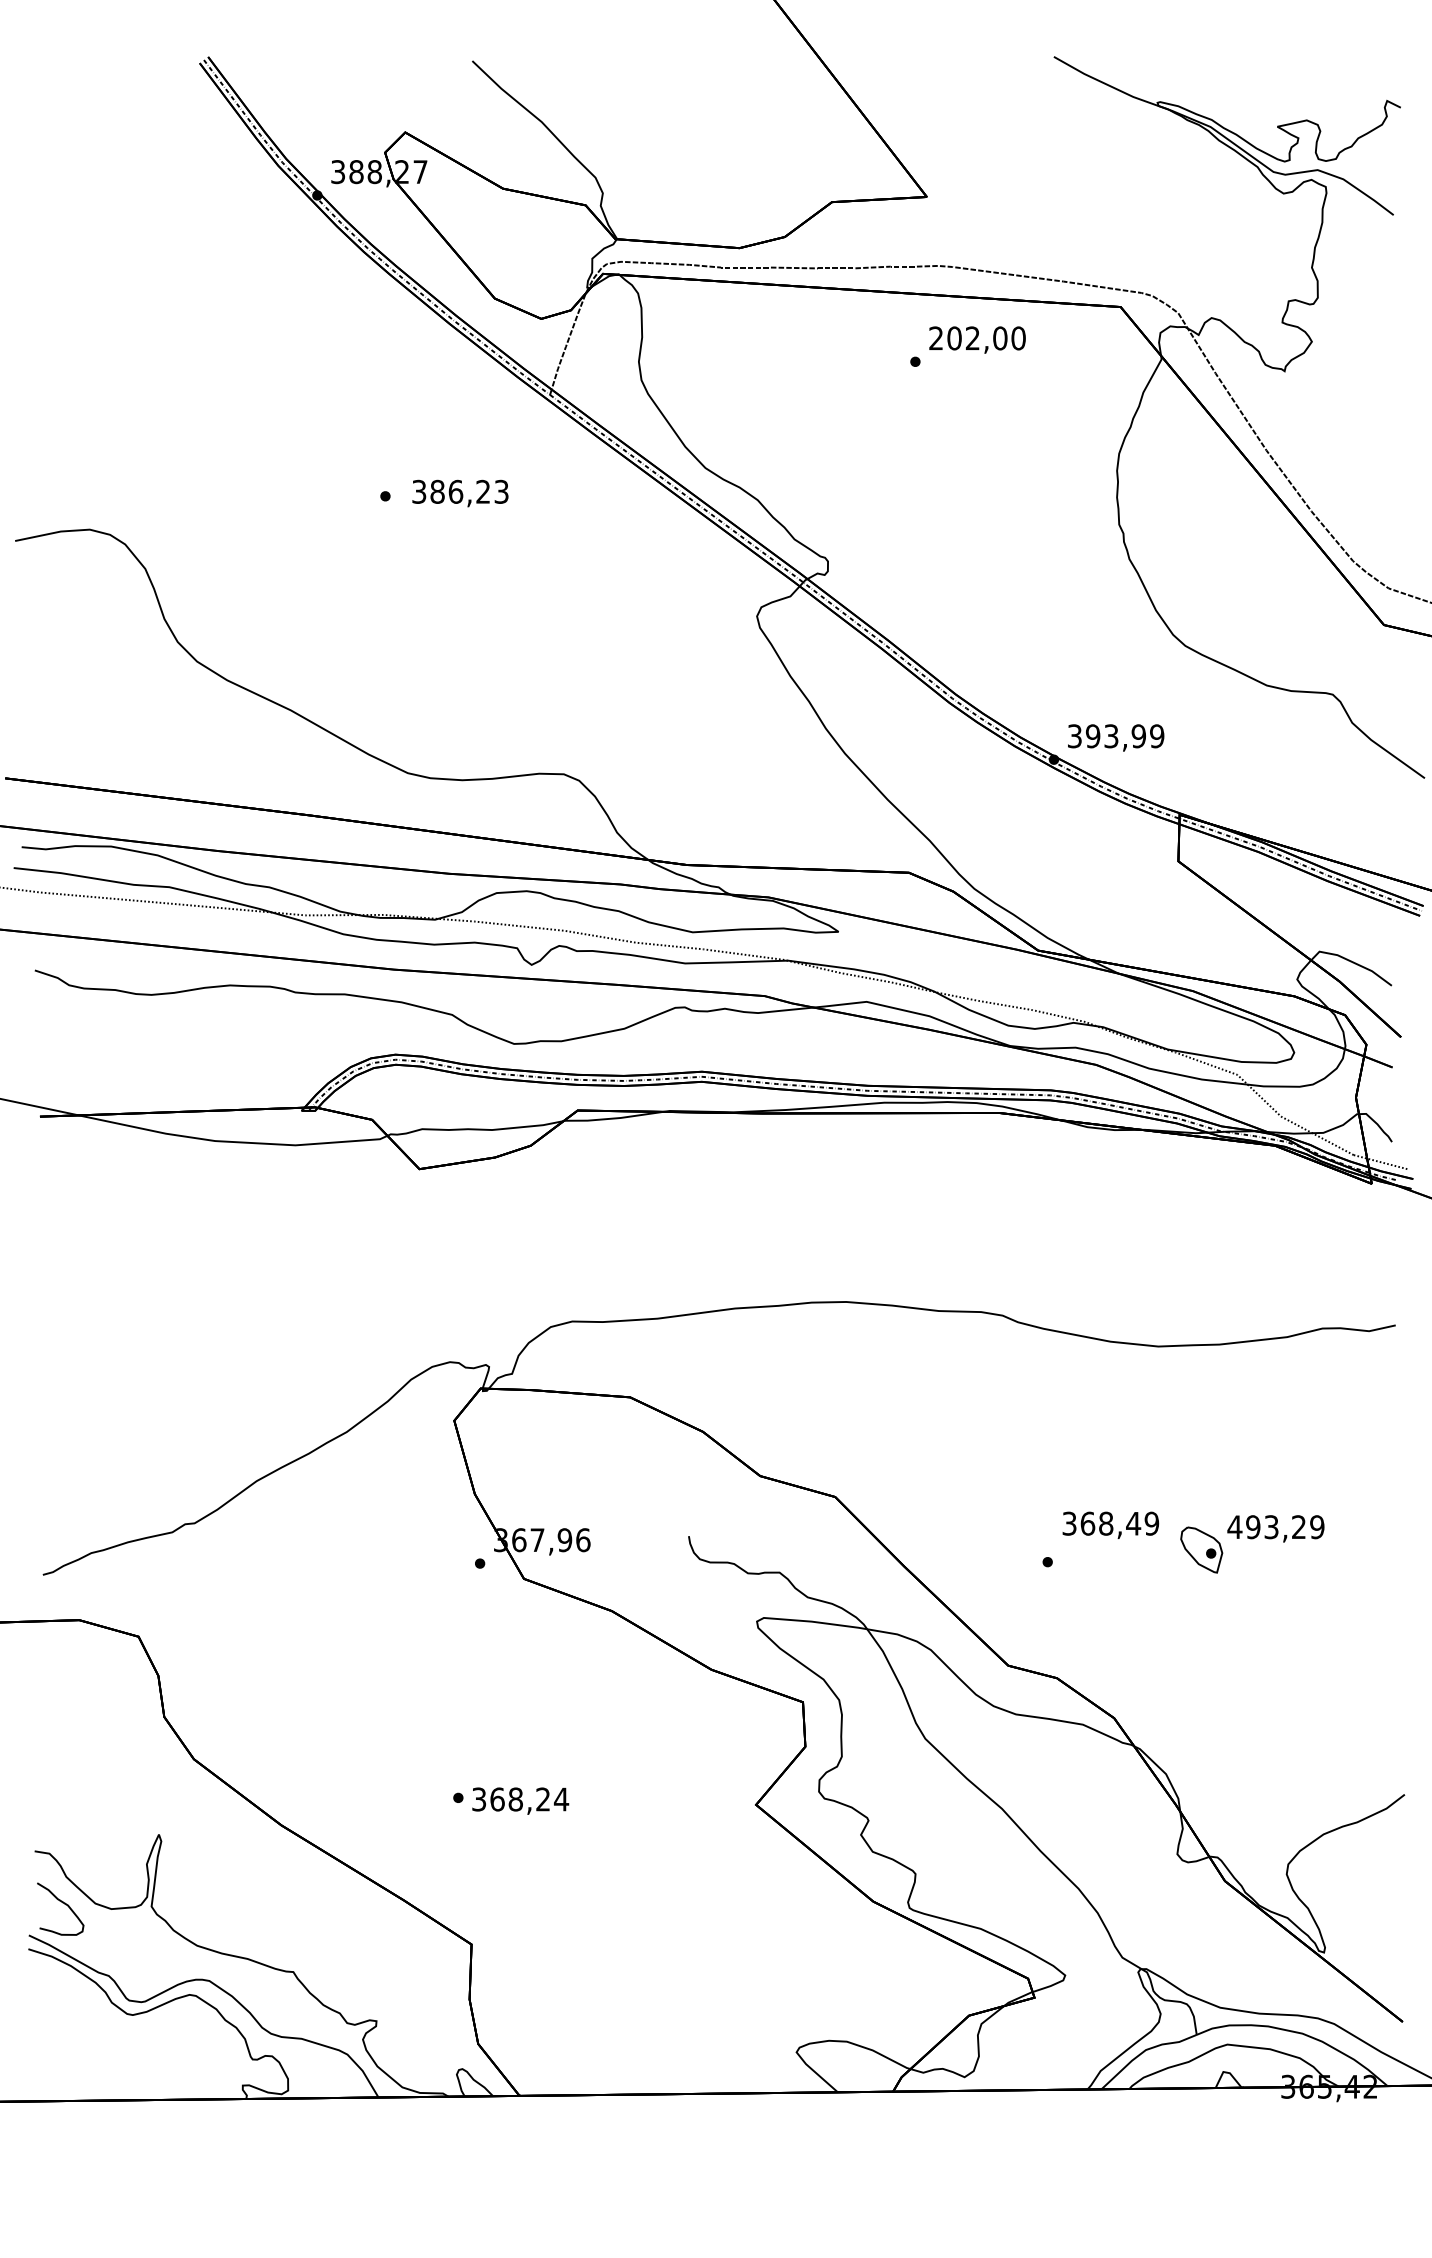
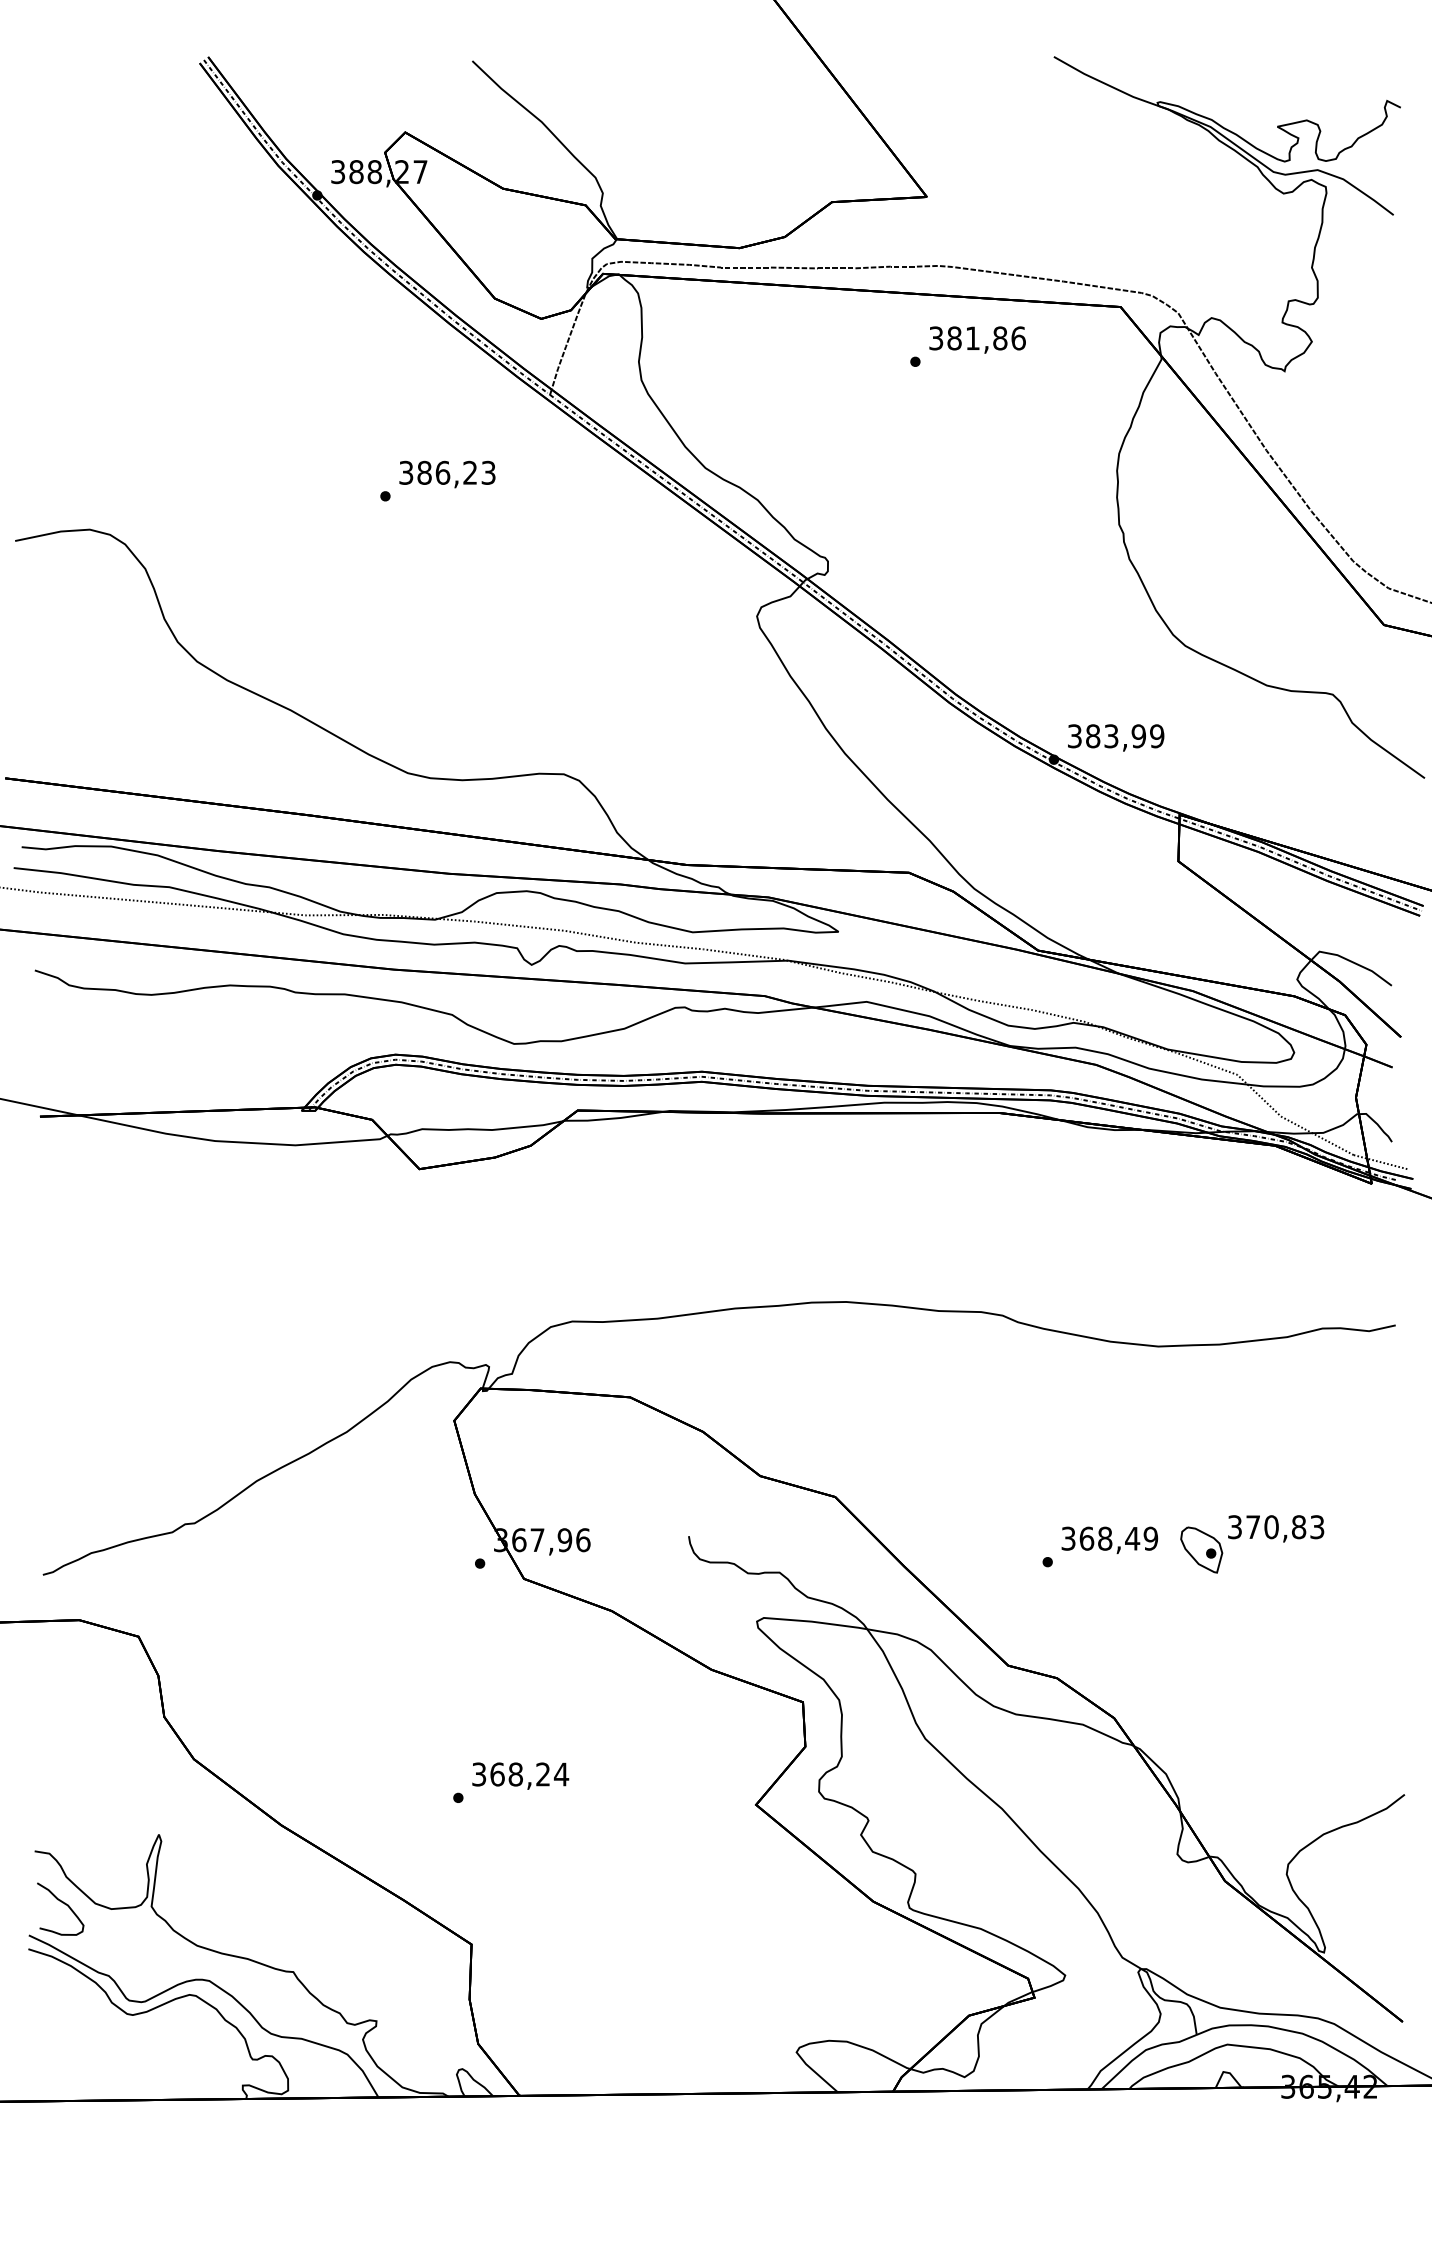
text at (977, 338): 202,00 -> 381,86
text at (460, 493) position: (460, 493) -> (447, 474)
text at (1092, 736): 393,99 -> 383,99
text at (1110, 1525) position: (1110, 1525) -> (1109, 1540)
text at (1275, 1527): 493,29 -> 370,83
text at (520, 1800) position: (520, 1800) -> (520, 1775)
